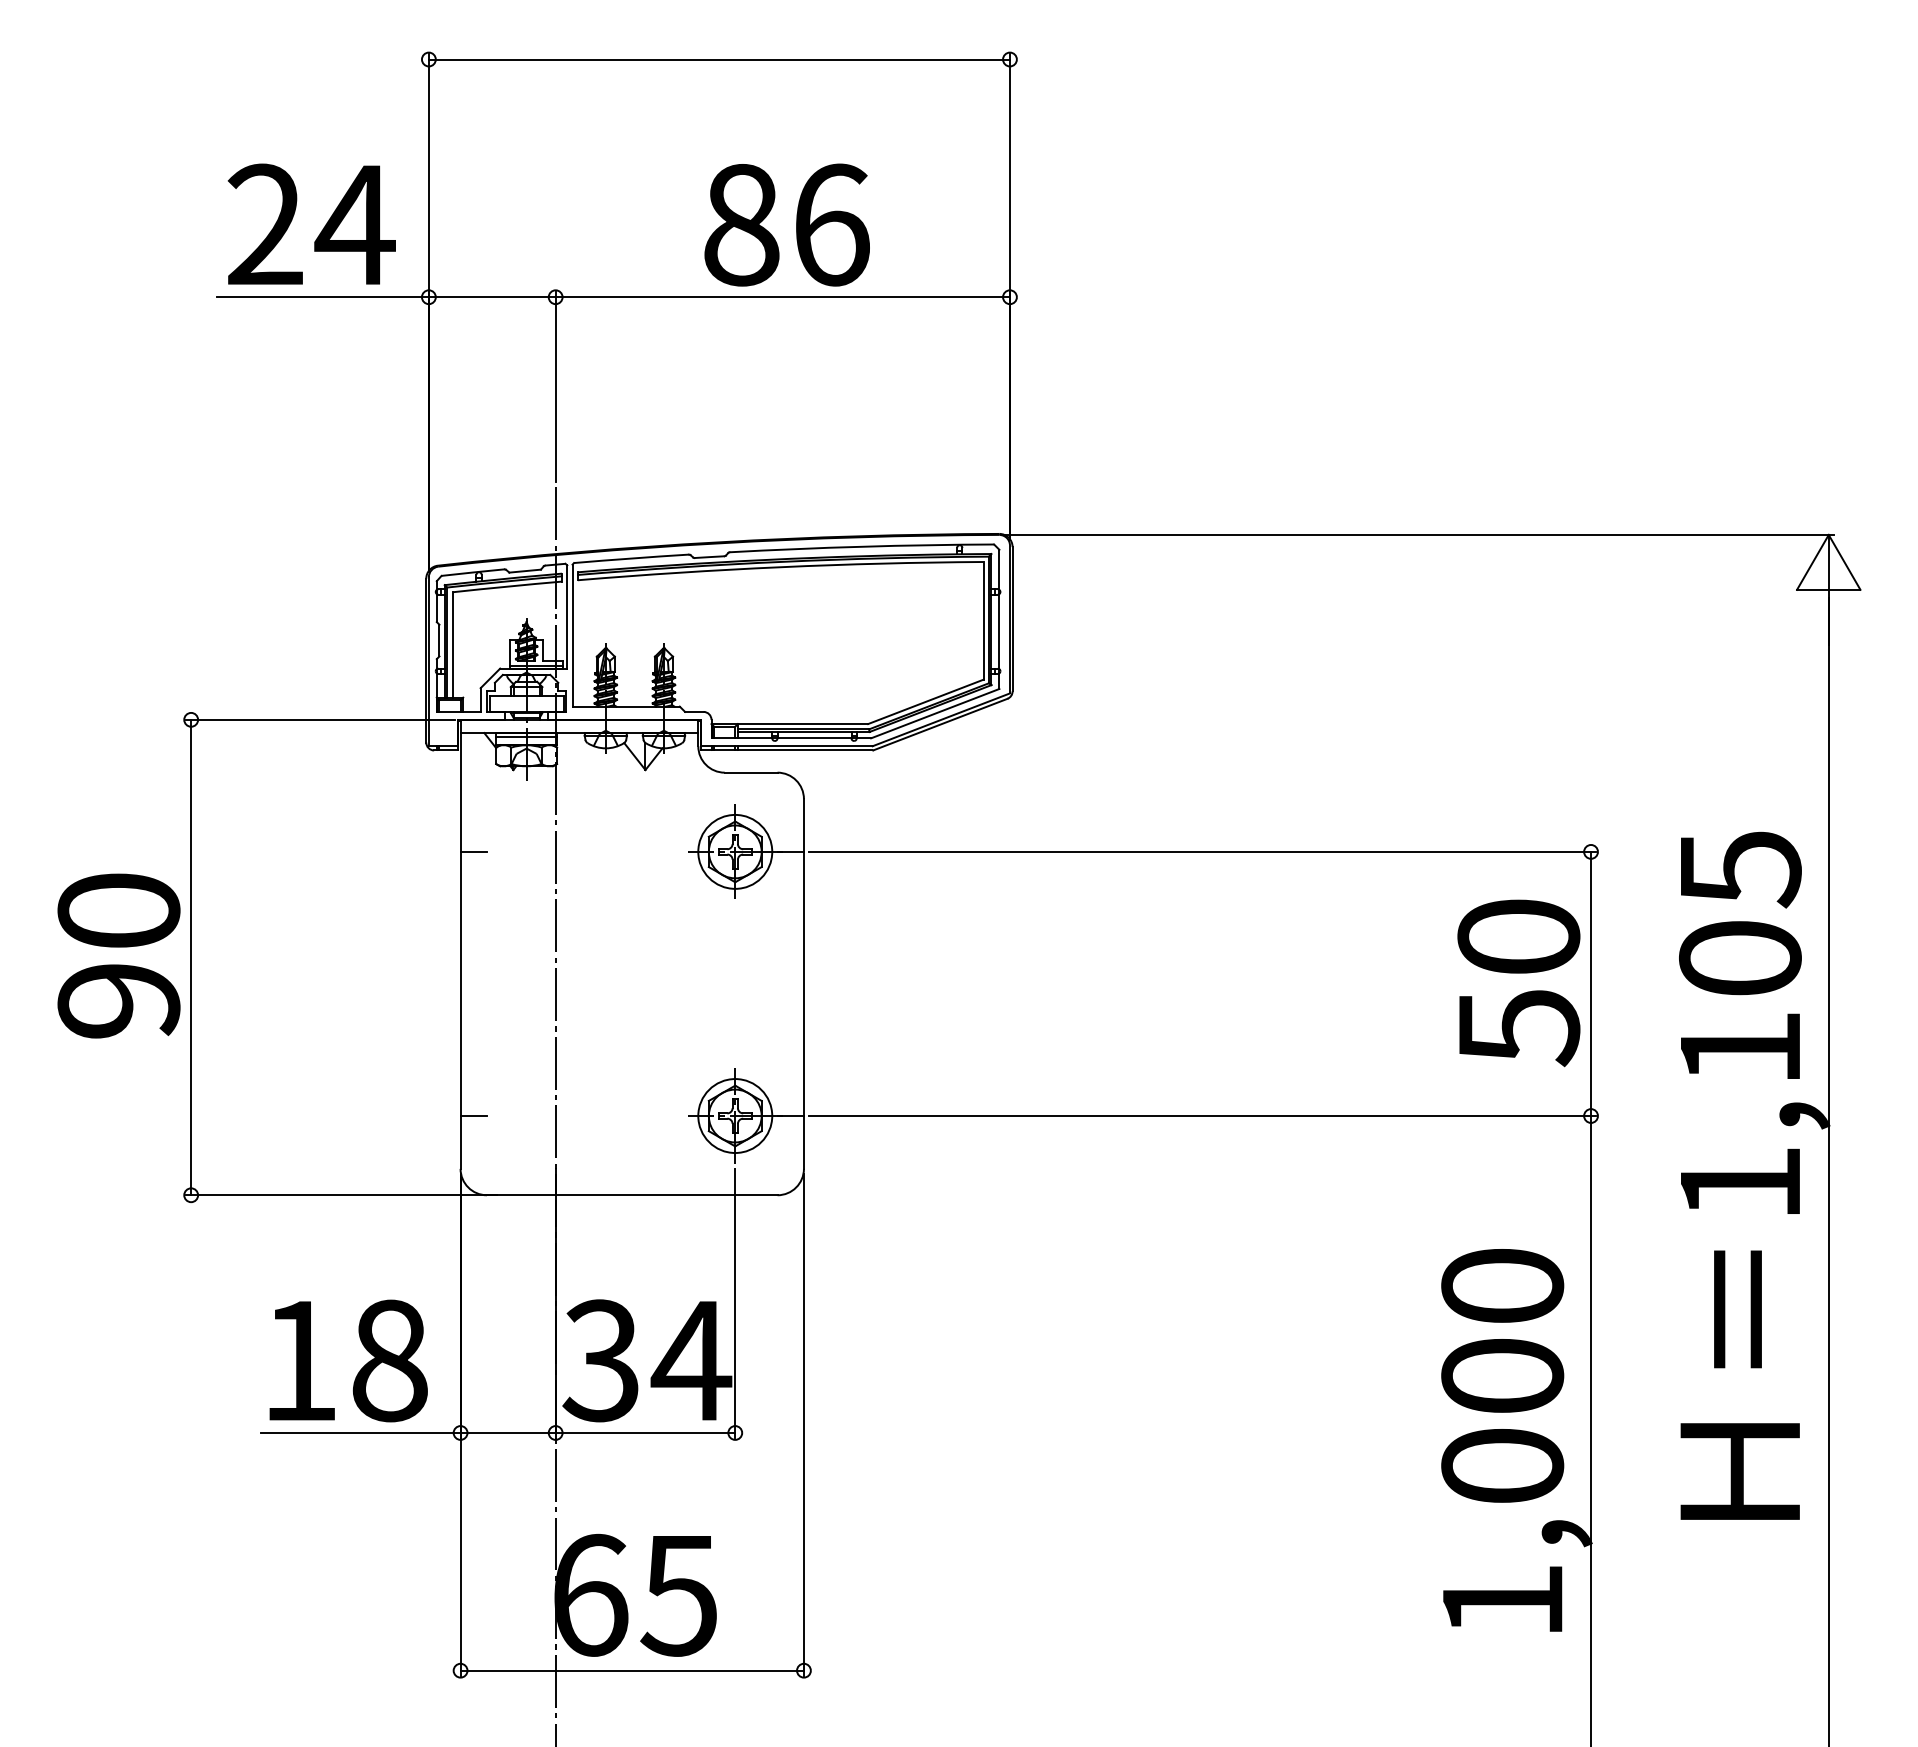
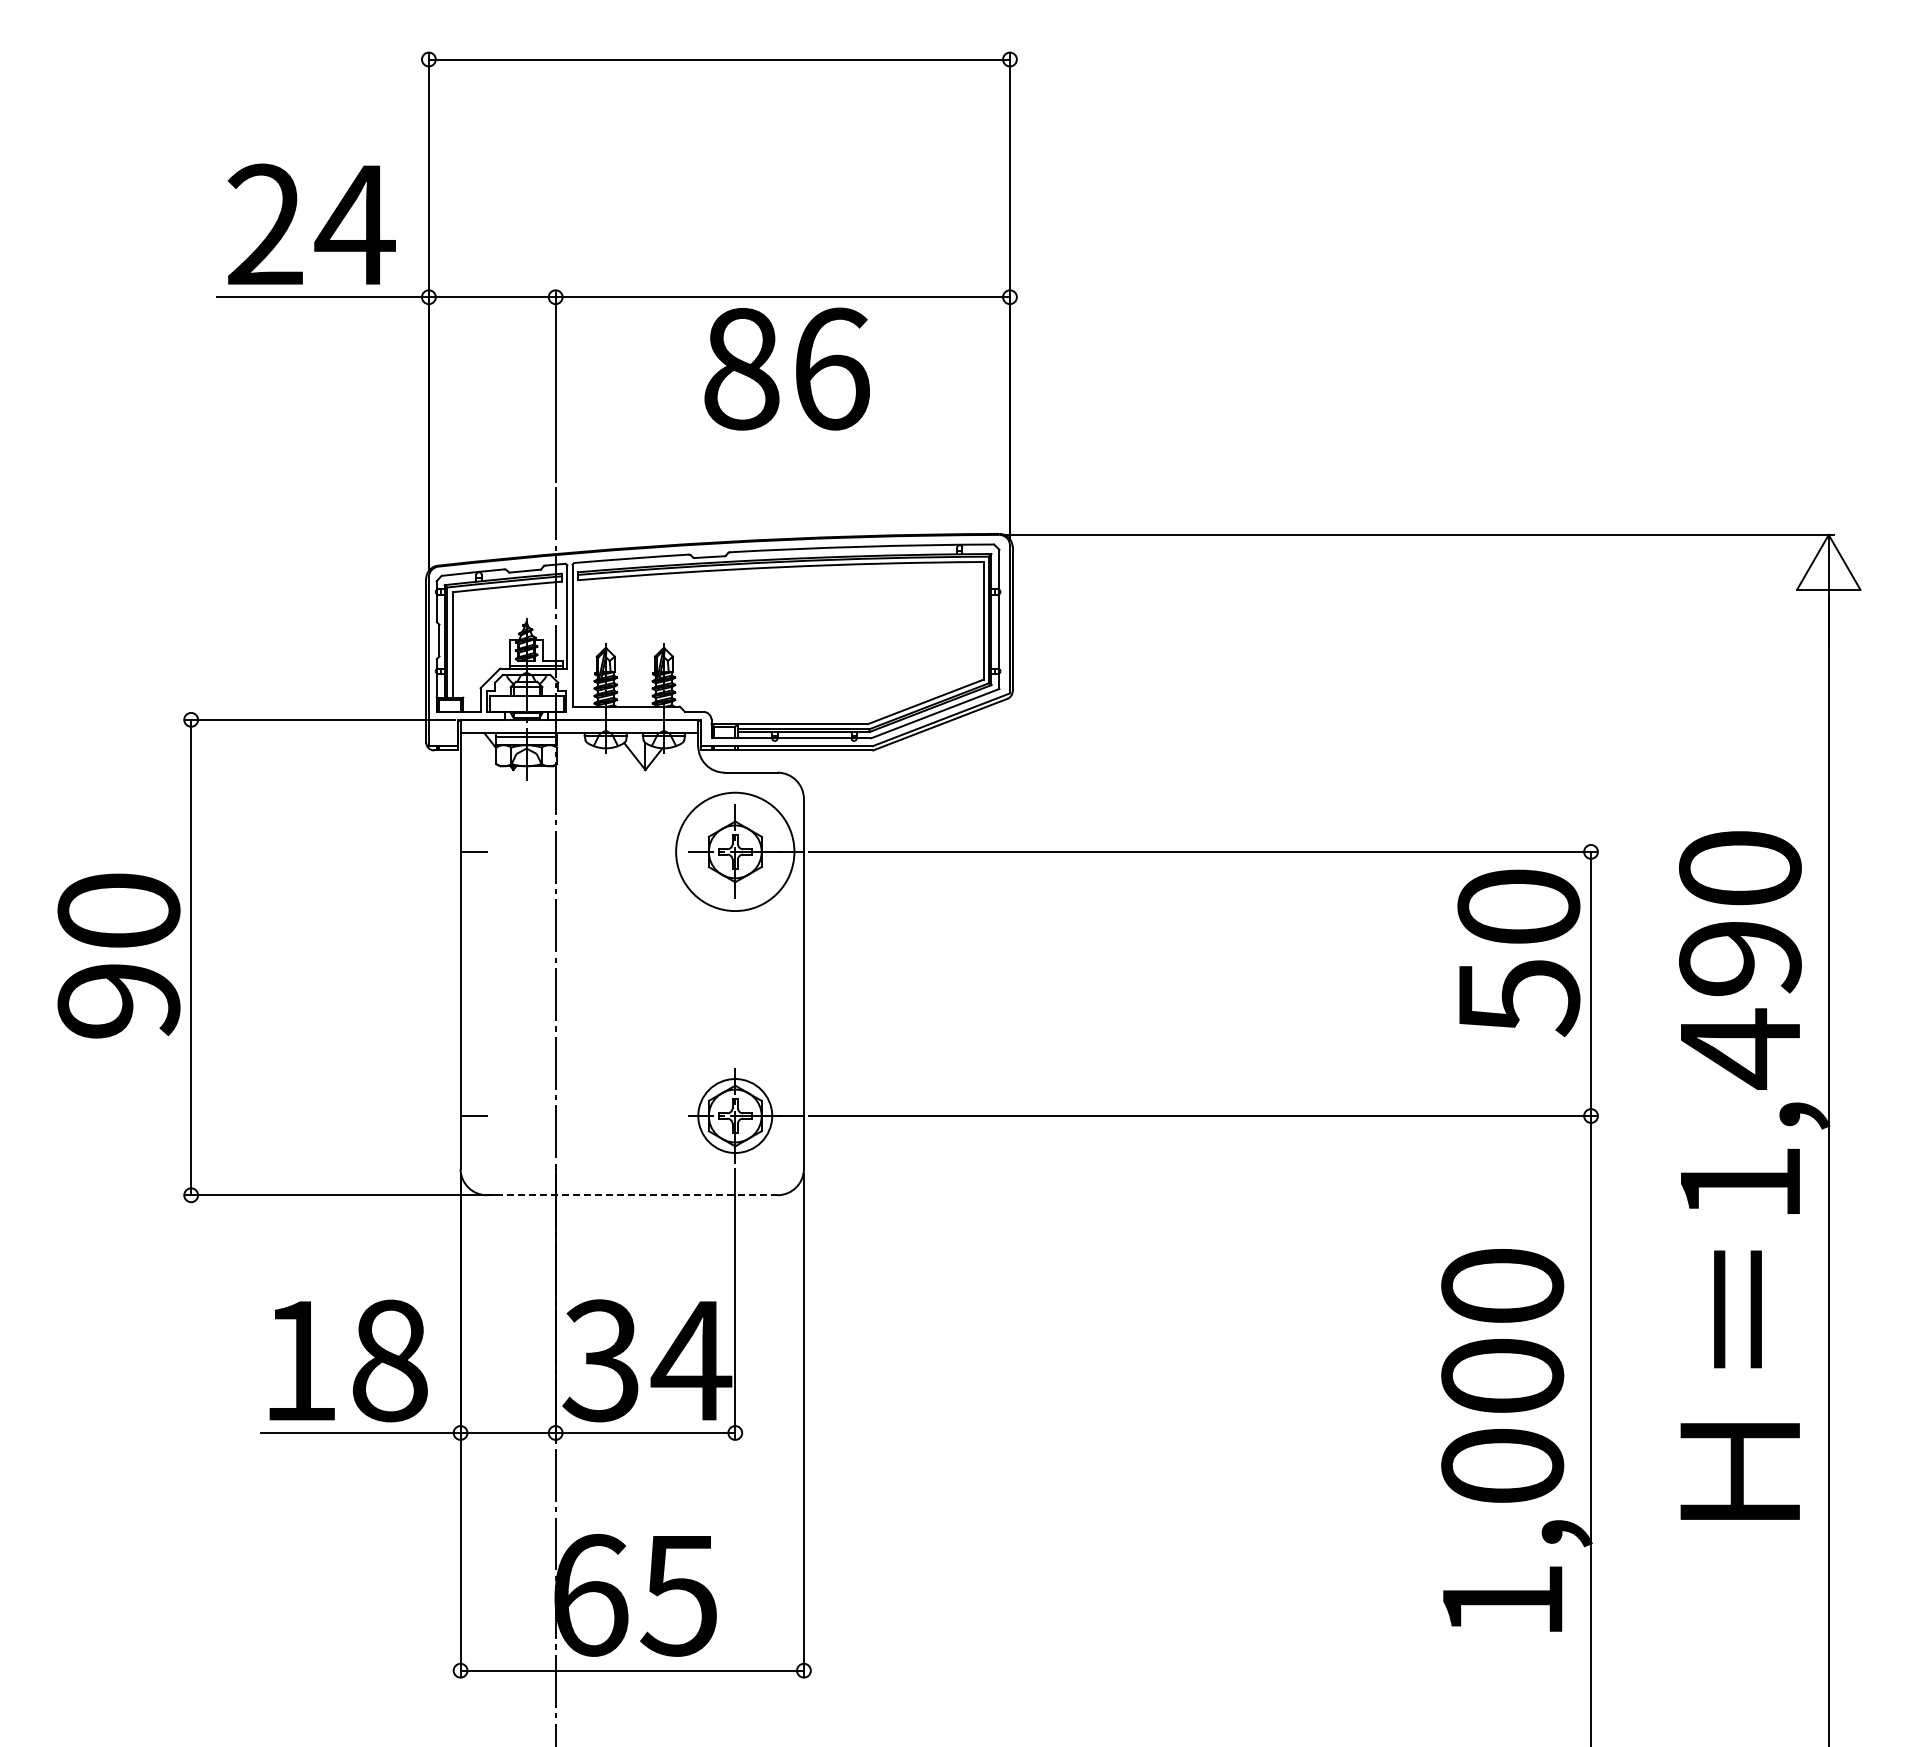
text at (786, 224) position: (786, 224) -> (786, 368)
circle at (735, 851) diameter: 74 px -> 118 px
text at (1740, 960): 1,105 -> 1,490
text at (1518, 983) position: (1518, 983) -> (1518, 953)
line at (631, 1195): solid -> dashed
